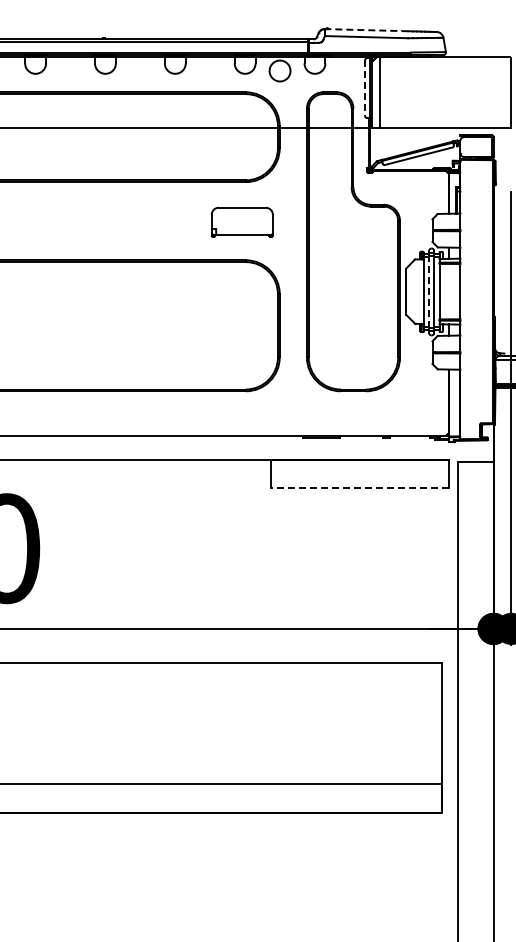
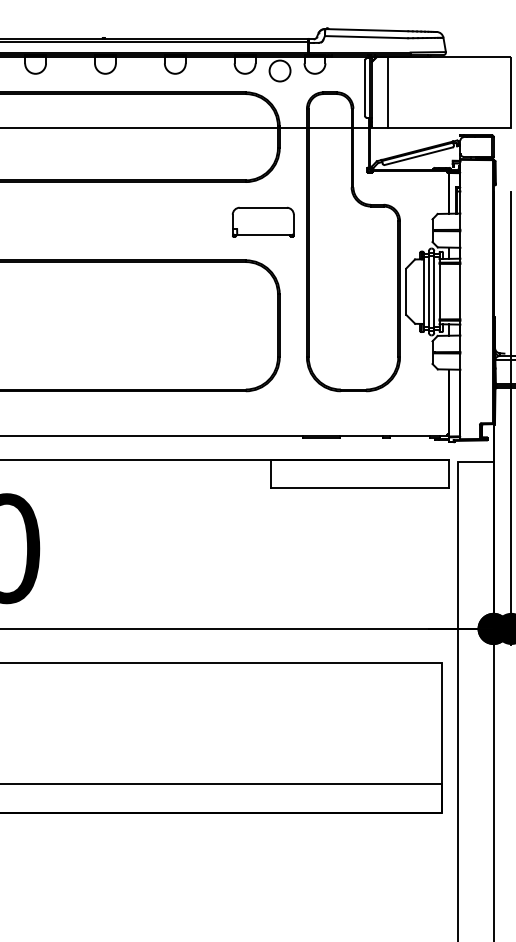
line at (366, 30): dashed -> solid
line at (365, 88): dashed -> solid
line at (380, 92) position: (380, 92) -> (388, 92)
part at (241, 221) position: (241, 221) -> (262, 221)
line at (429, 291): dashed -> solid
line at (359, 488): dashed -> solid
